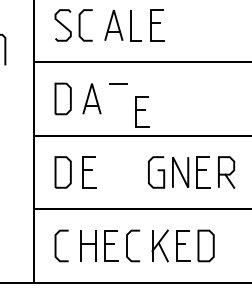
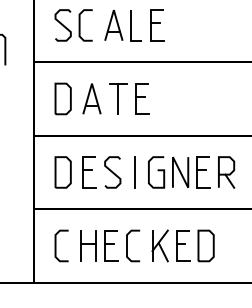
line at (118, 98): none -> present
part at (142, 111) position: (142, 111) -> (142, 98)
curve at (112, 172): none -> present
line at (135, 172): none -> present
